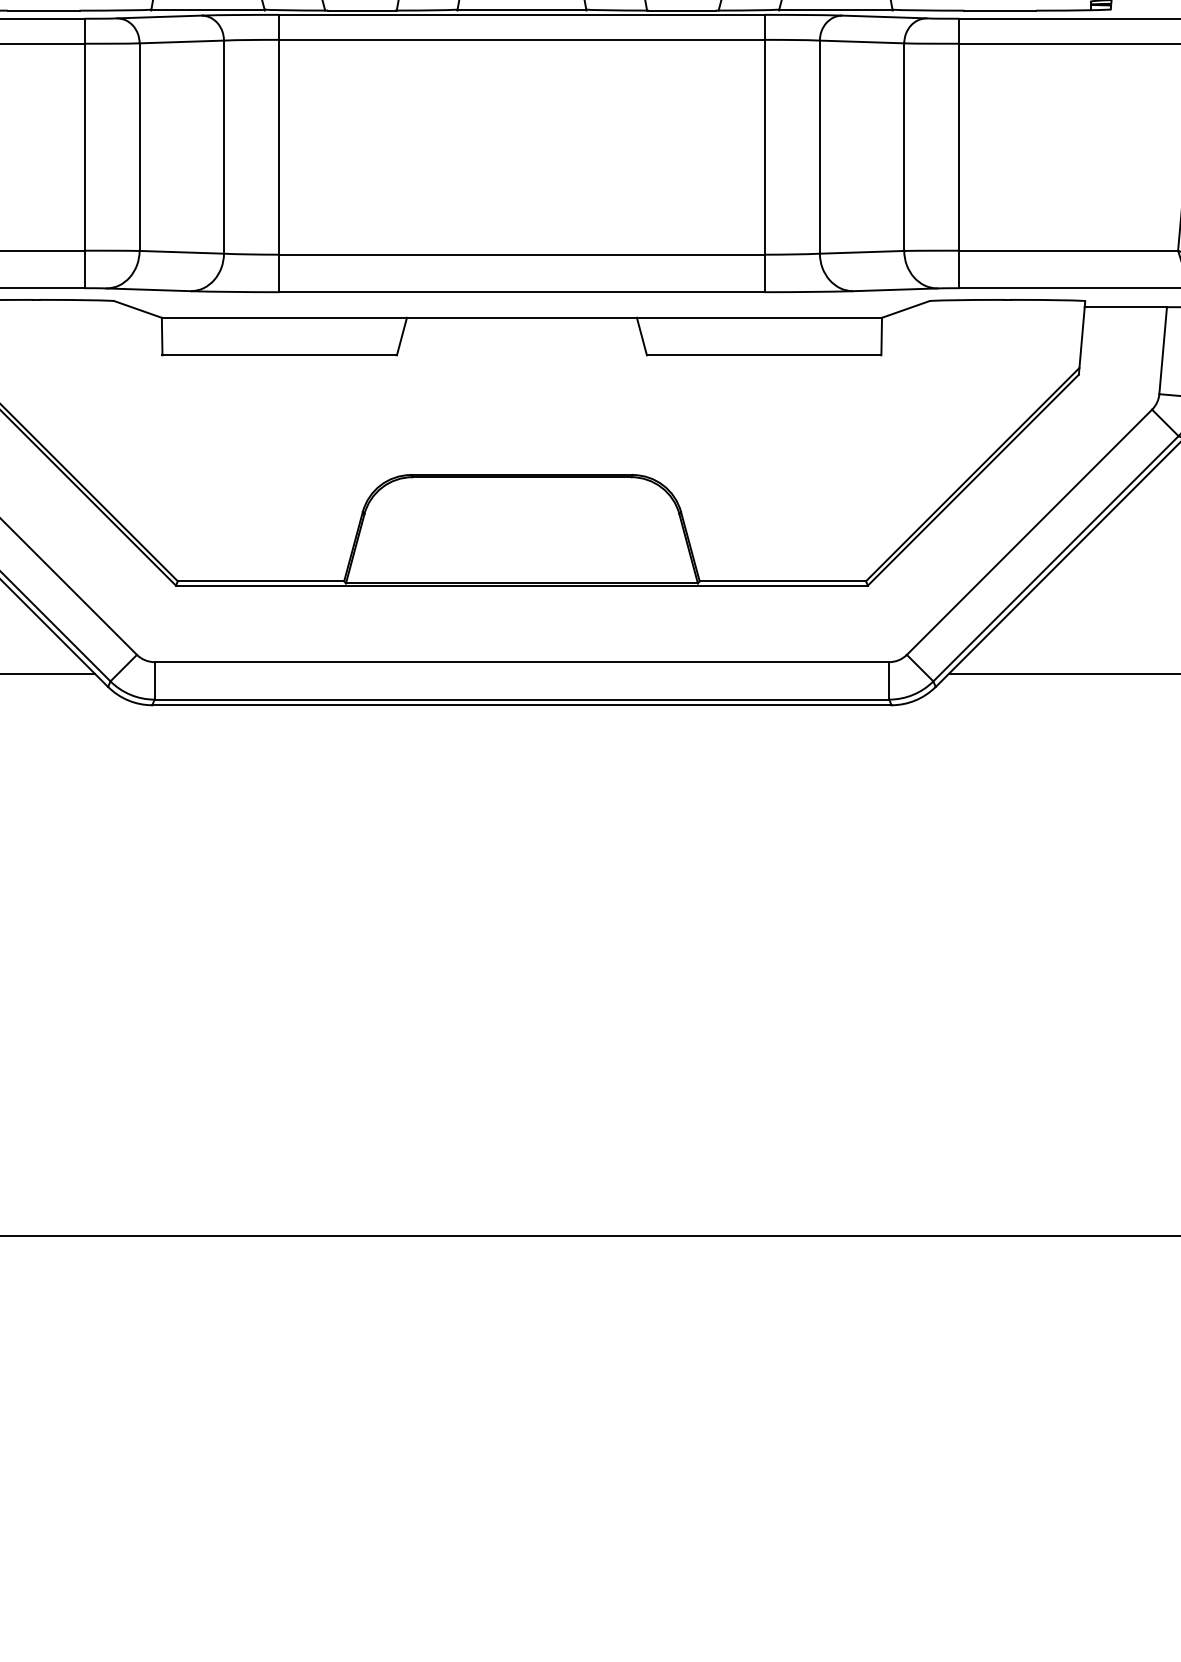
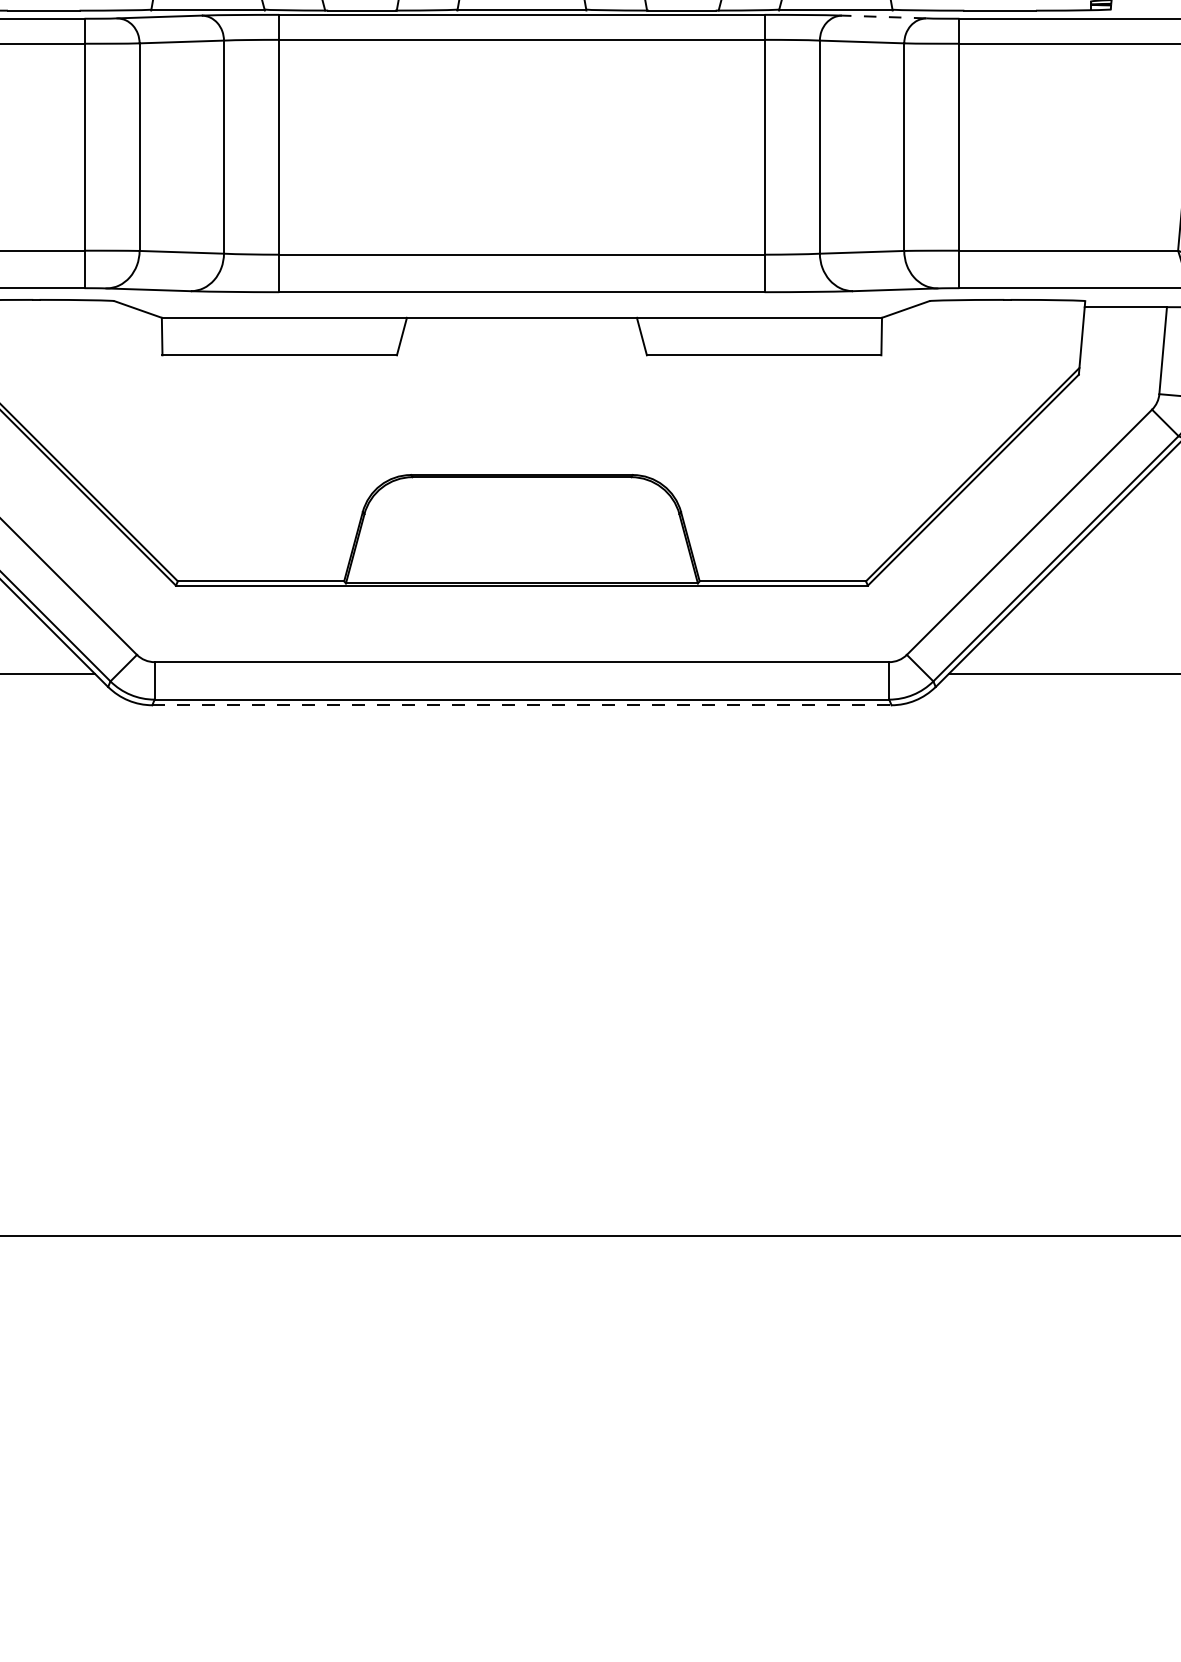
line at (883, 16): solid -> dashed
line at (521, 705): solid -> dashed
